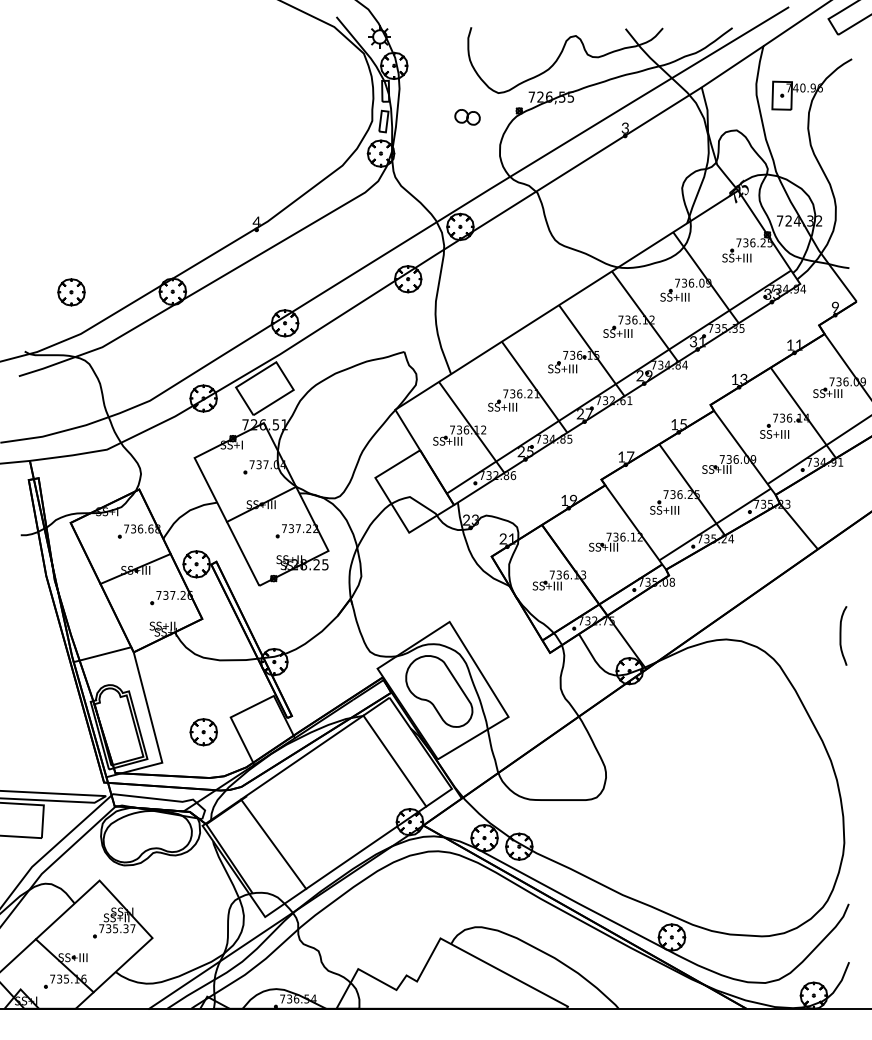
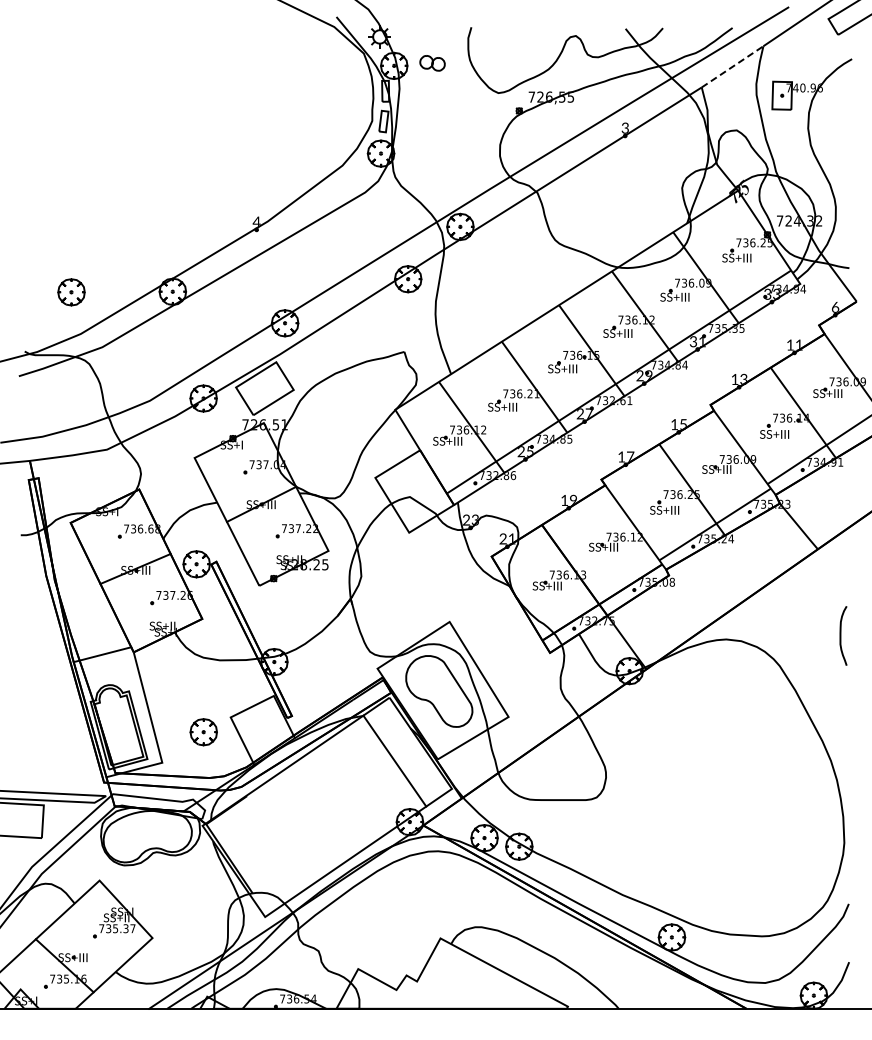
line at (733, 66): solid -> dashed
part at (467, 117) position: (467, 117) -> (432, 63)
text at (835, 306): 9 -> 6
line at (273, 843): present -> none
